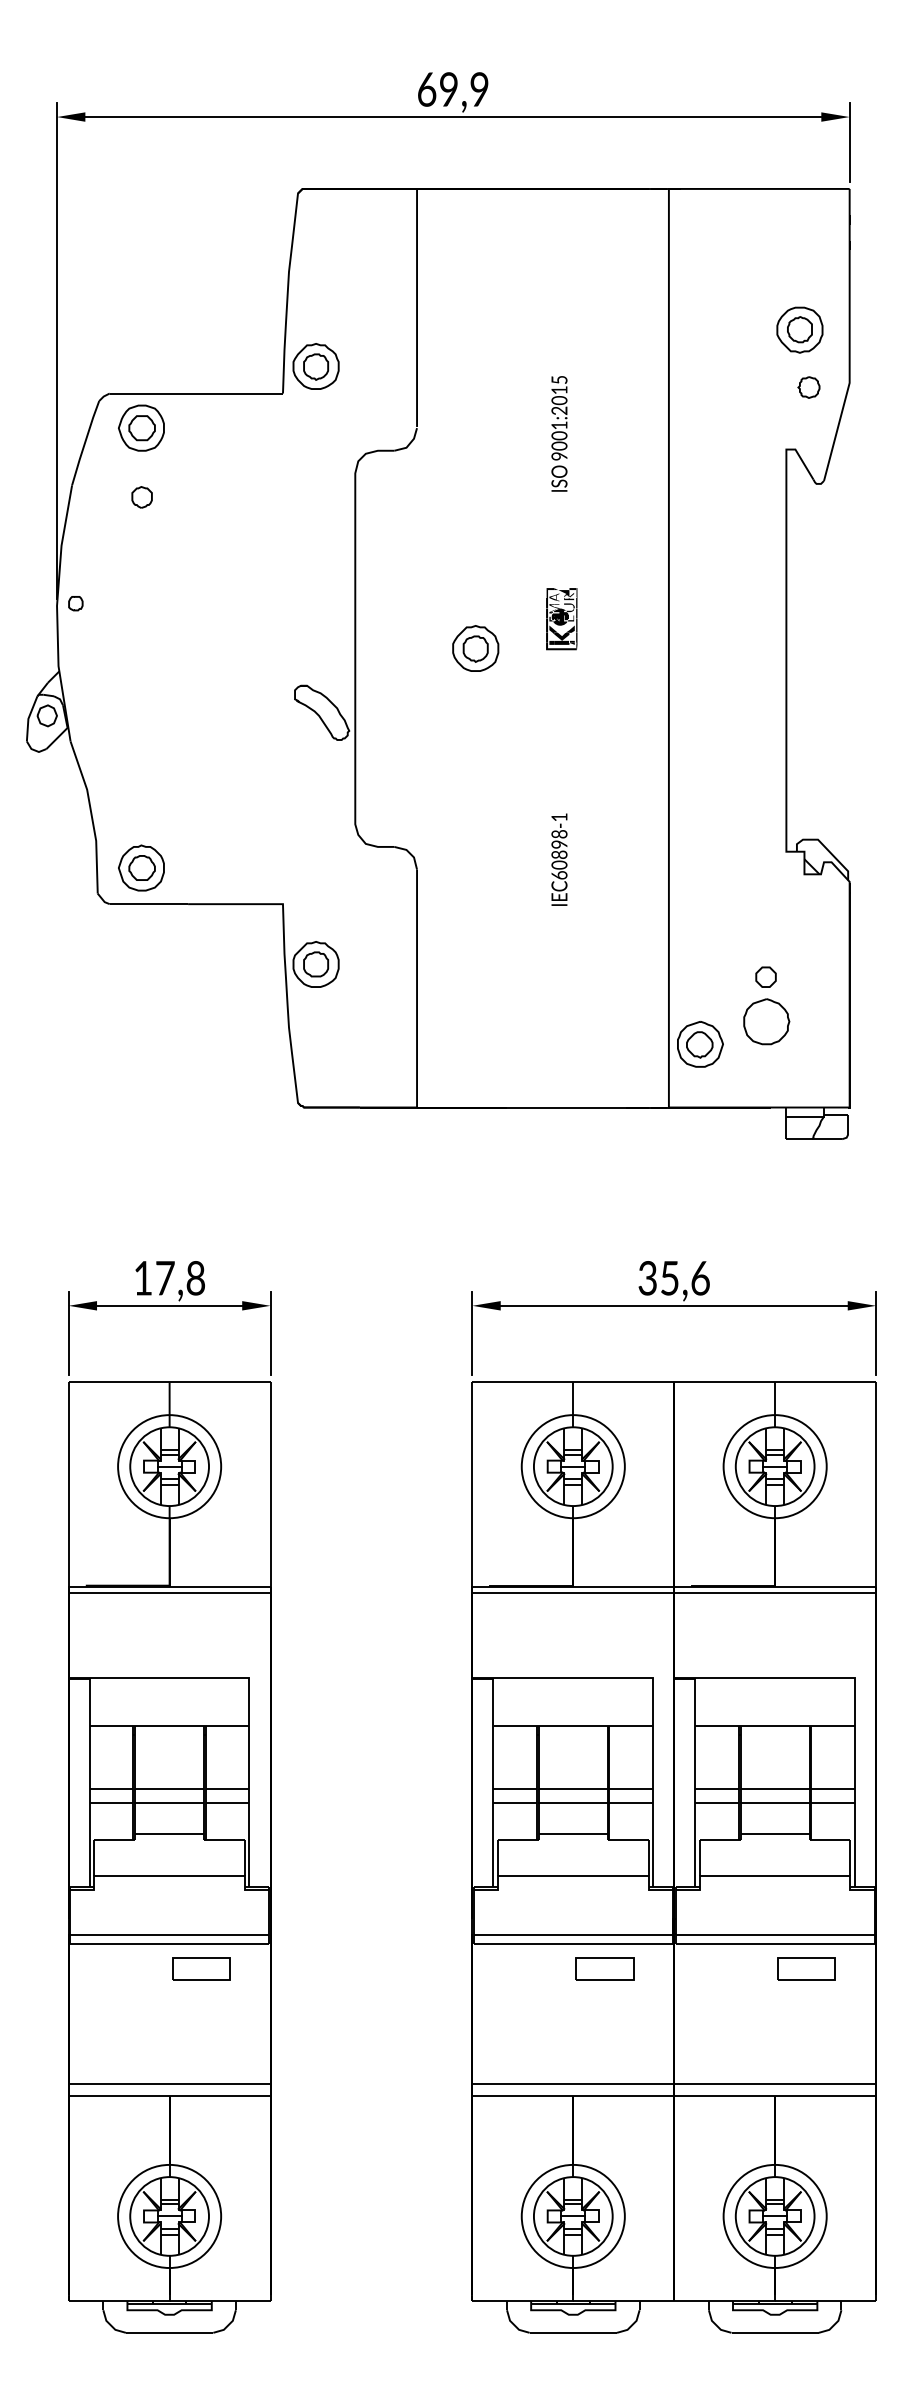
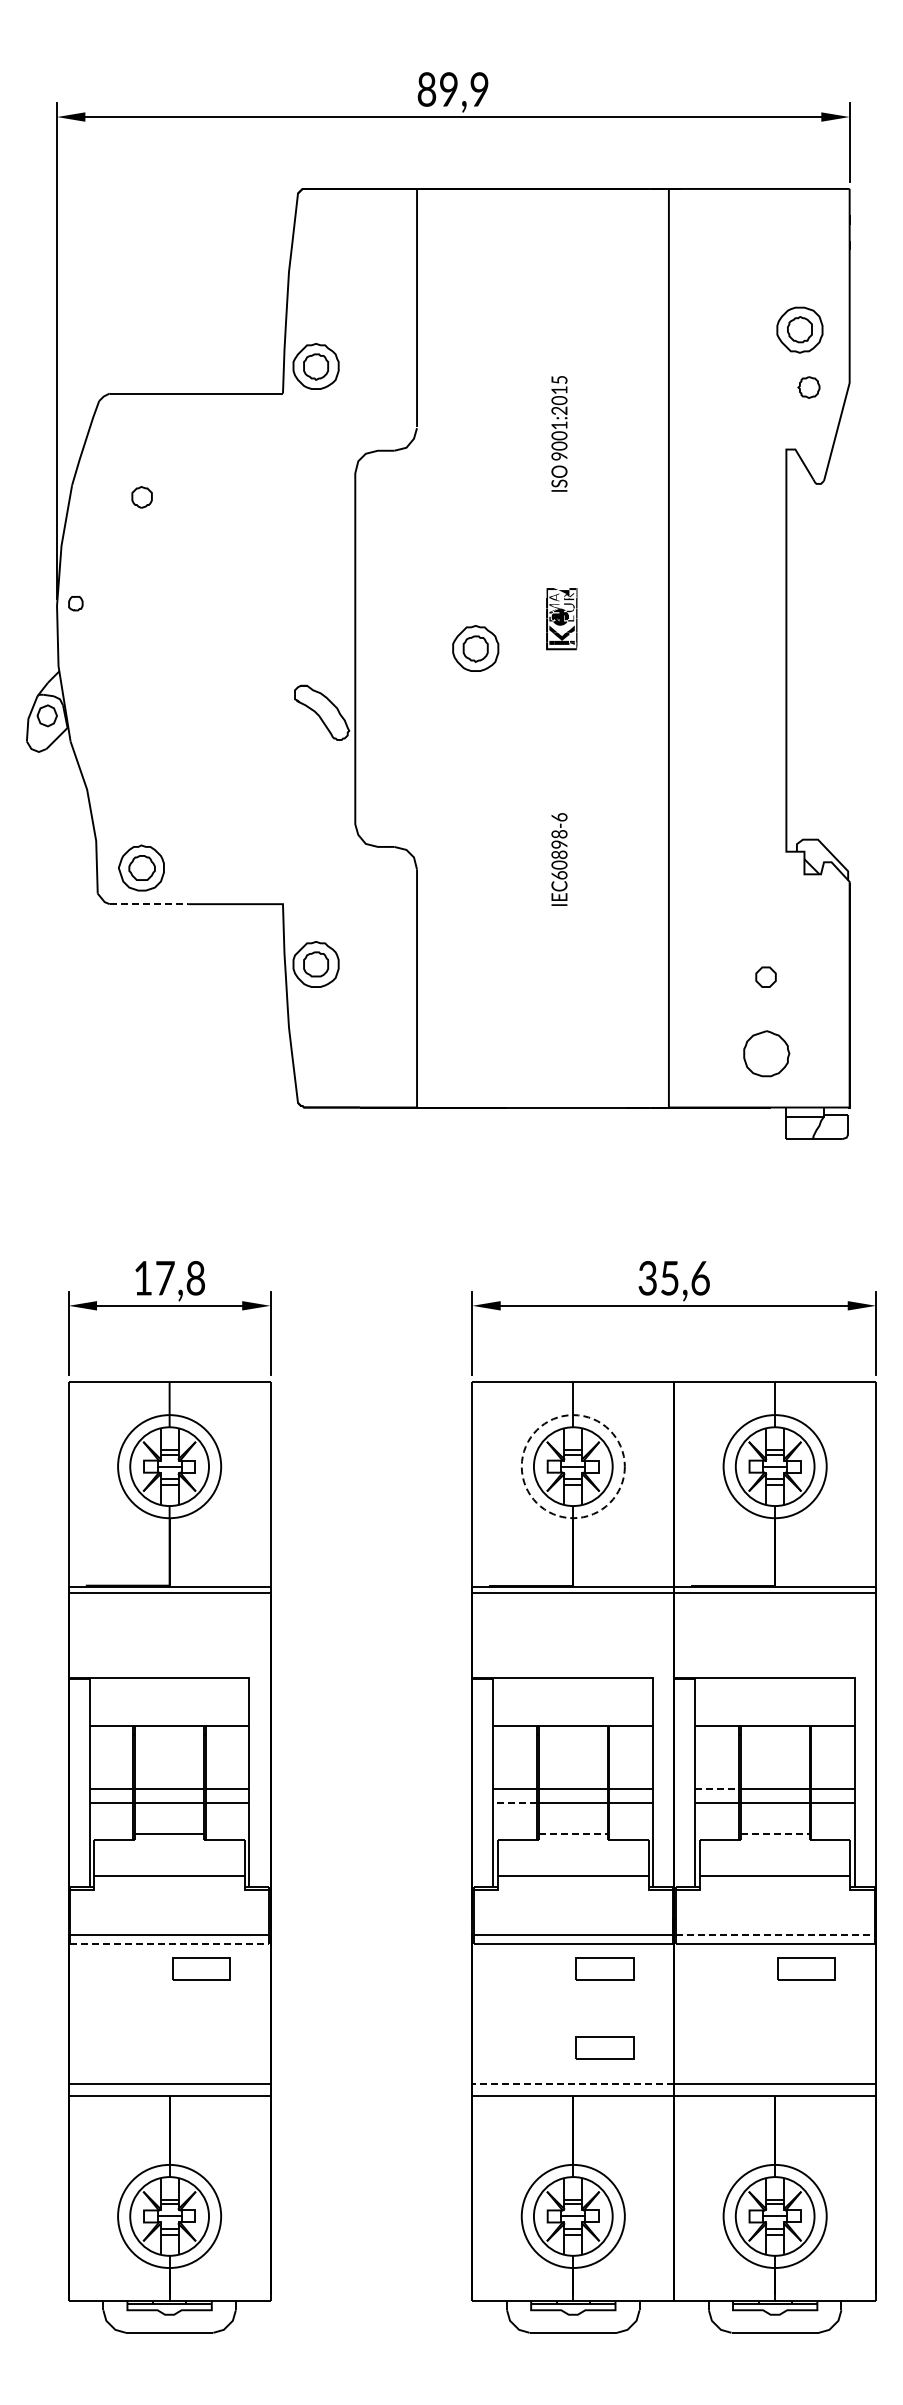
text at (426, 89): 69,9 -> 89,9
part at (141, 427): present -> none
text at (559, 817): IEC60898-1 -> IEC60898-6
line at (150, 904): solid -> dashed
part at (766, 1021) position: (766, 1021) -> (766, 1053)
part at (700, 1044): present -> none
circle at (572, 1466): solid -> dashed
line at (717, 1789): solid -> dashed
line at (515, 1802): solid -> dashed
line at (573, 1834): solid -> dashed
line at (775, 1834): solid -> dashed
line at (775, 1935): solid -> dashed
line at (170, 1944): solid -> dashed
part at (604, 2047): none -> present
line at (573, 2084): solid -> dashed
